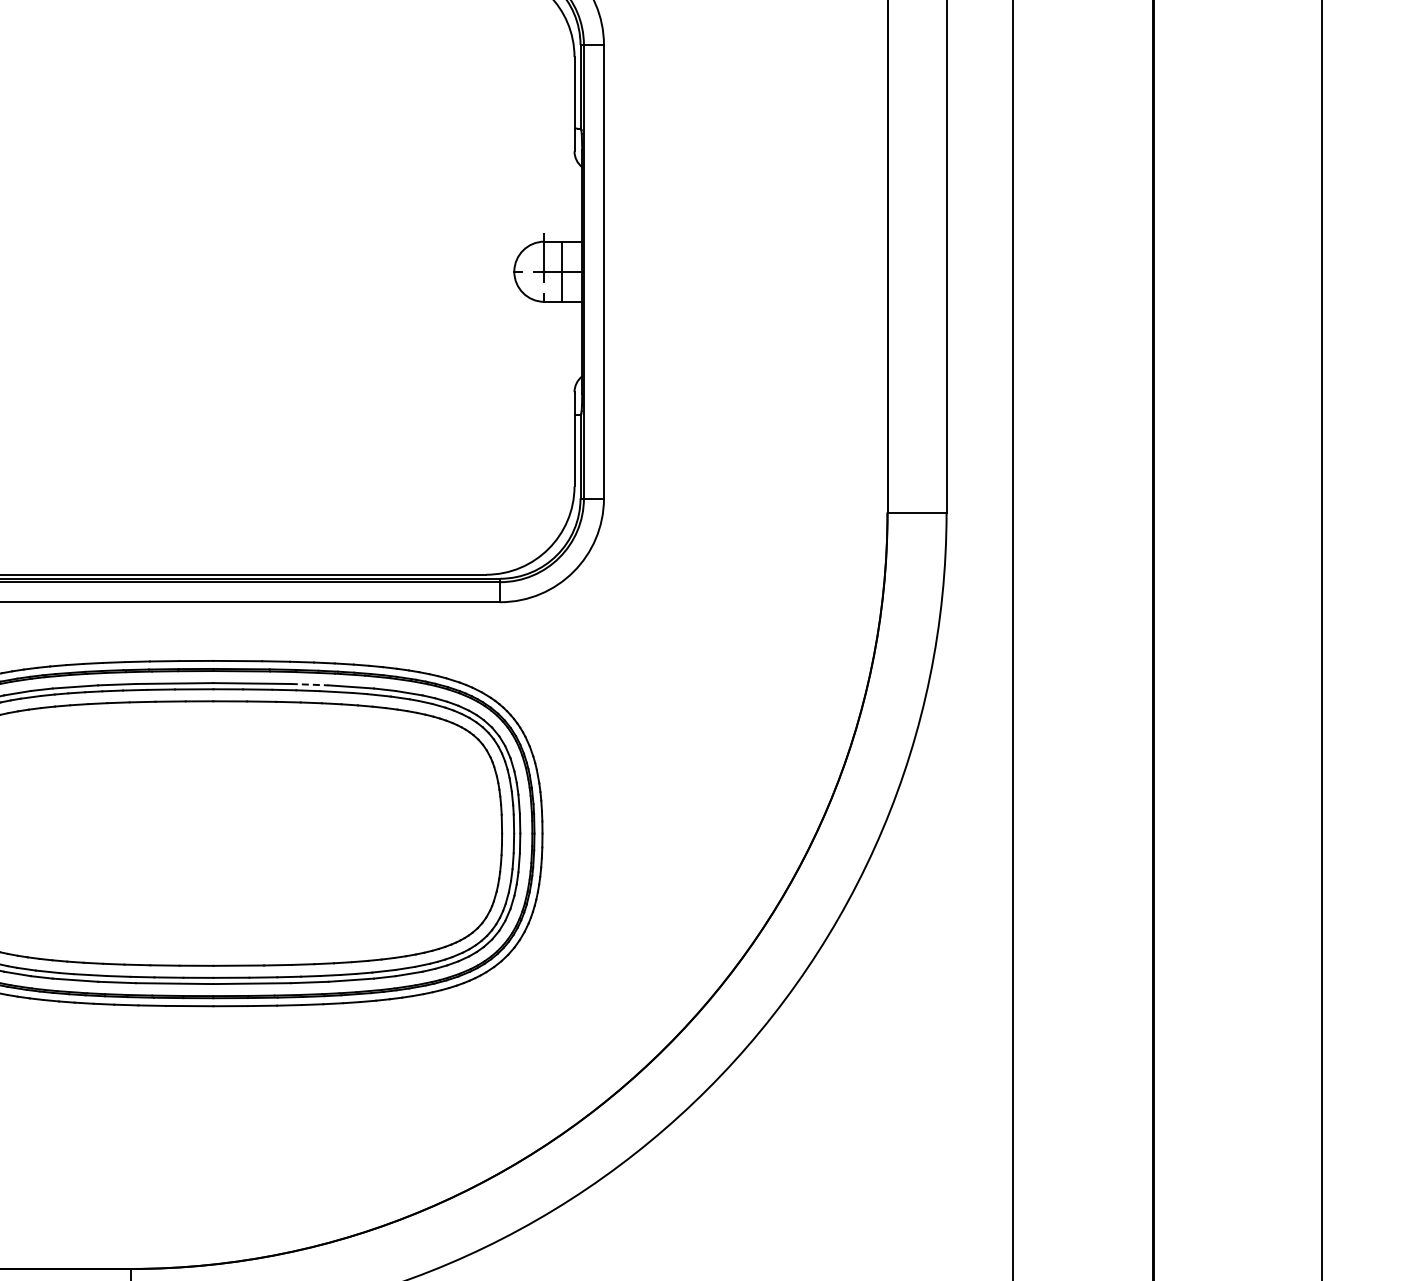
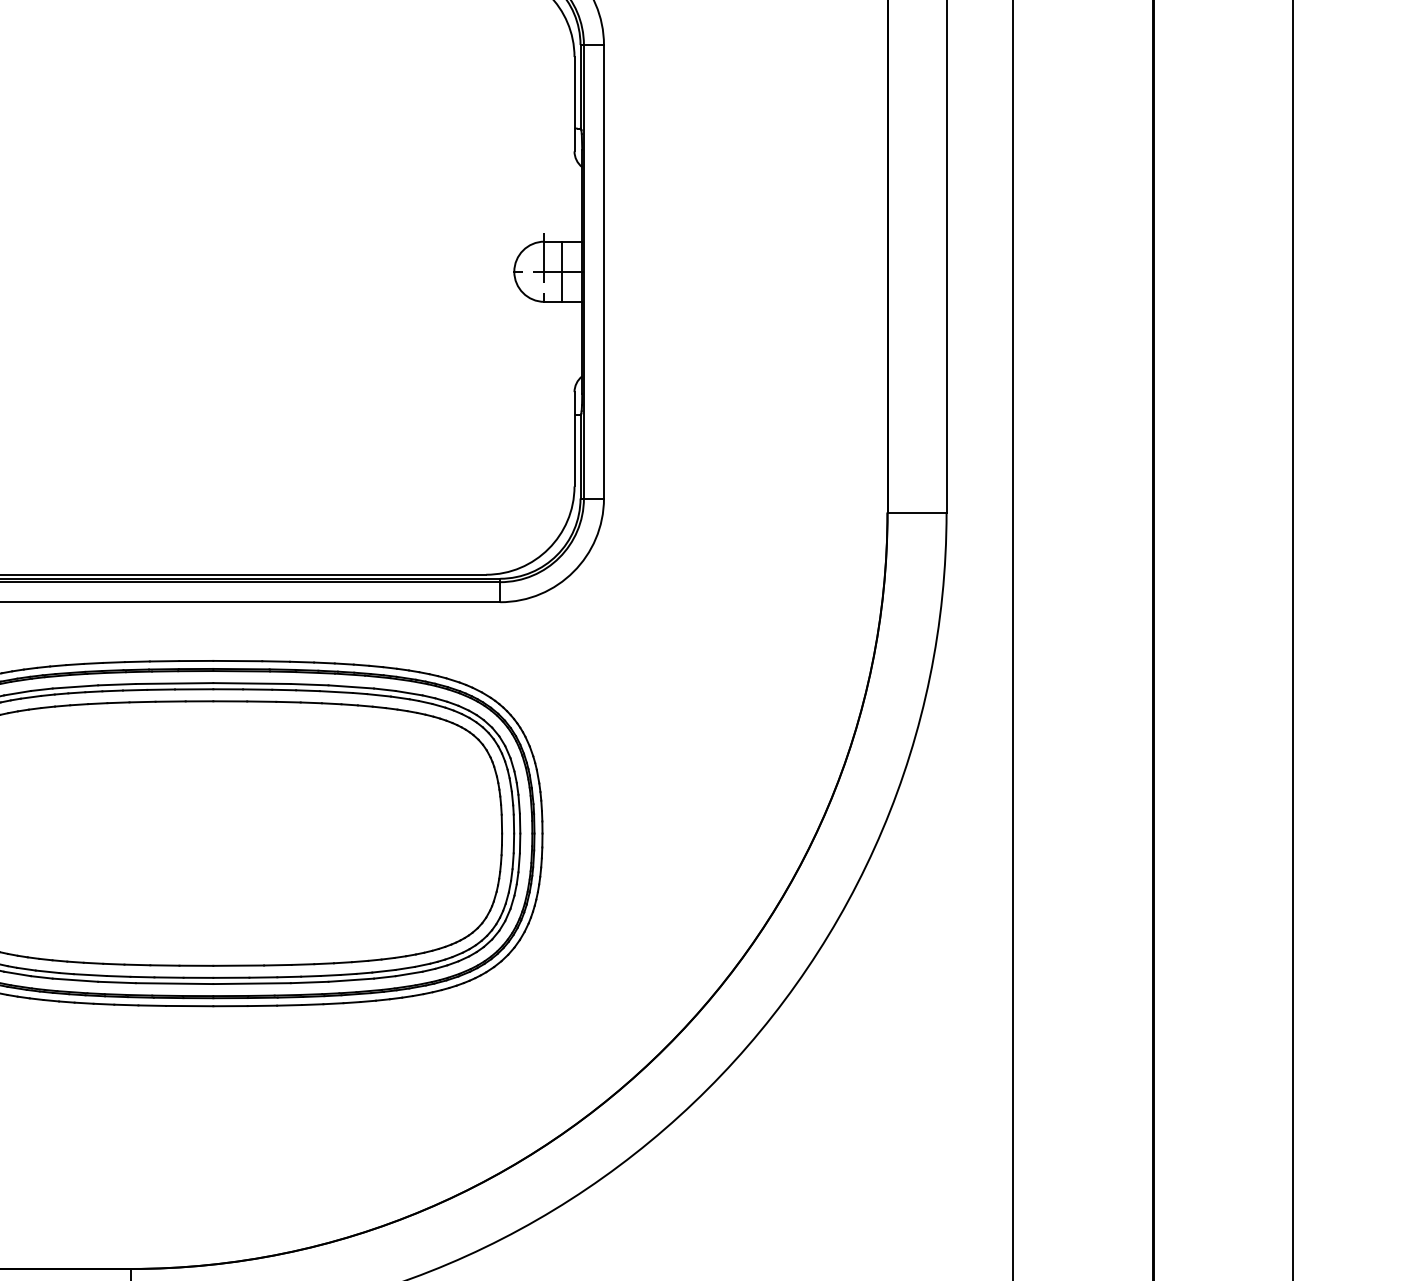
line at (1321, 639) position: (1321, 639) -> (1292, 639)
line at (309, 684): dashed -> solid
